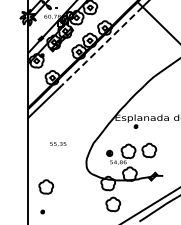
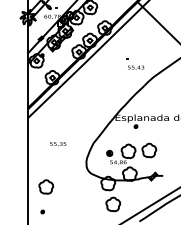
line at (101, 47): dashed -> solid
part at (135, 63): none -> present
